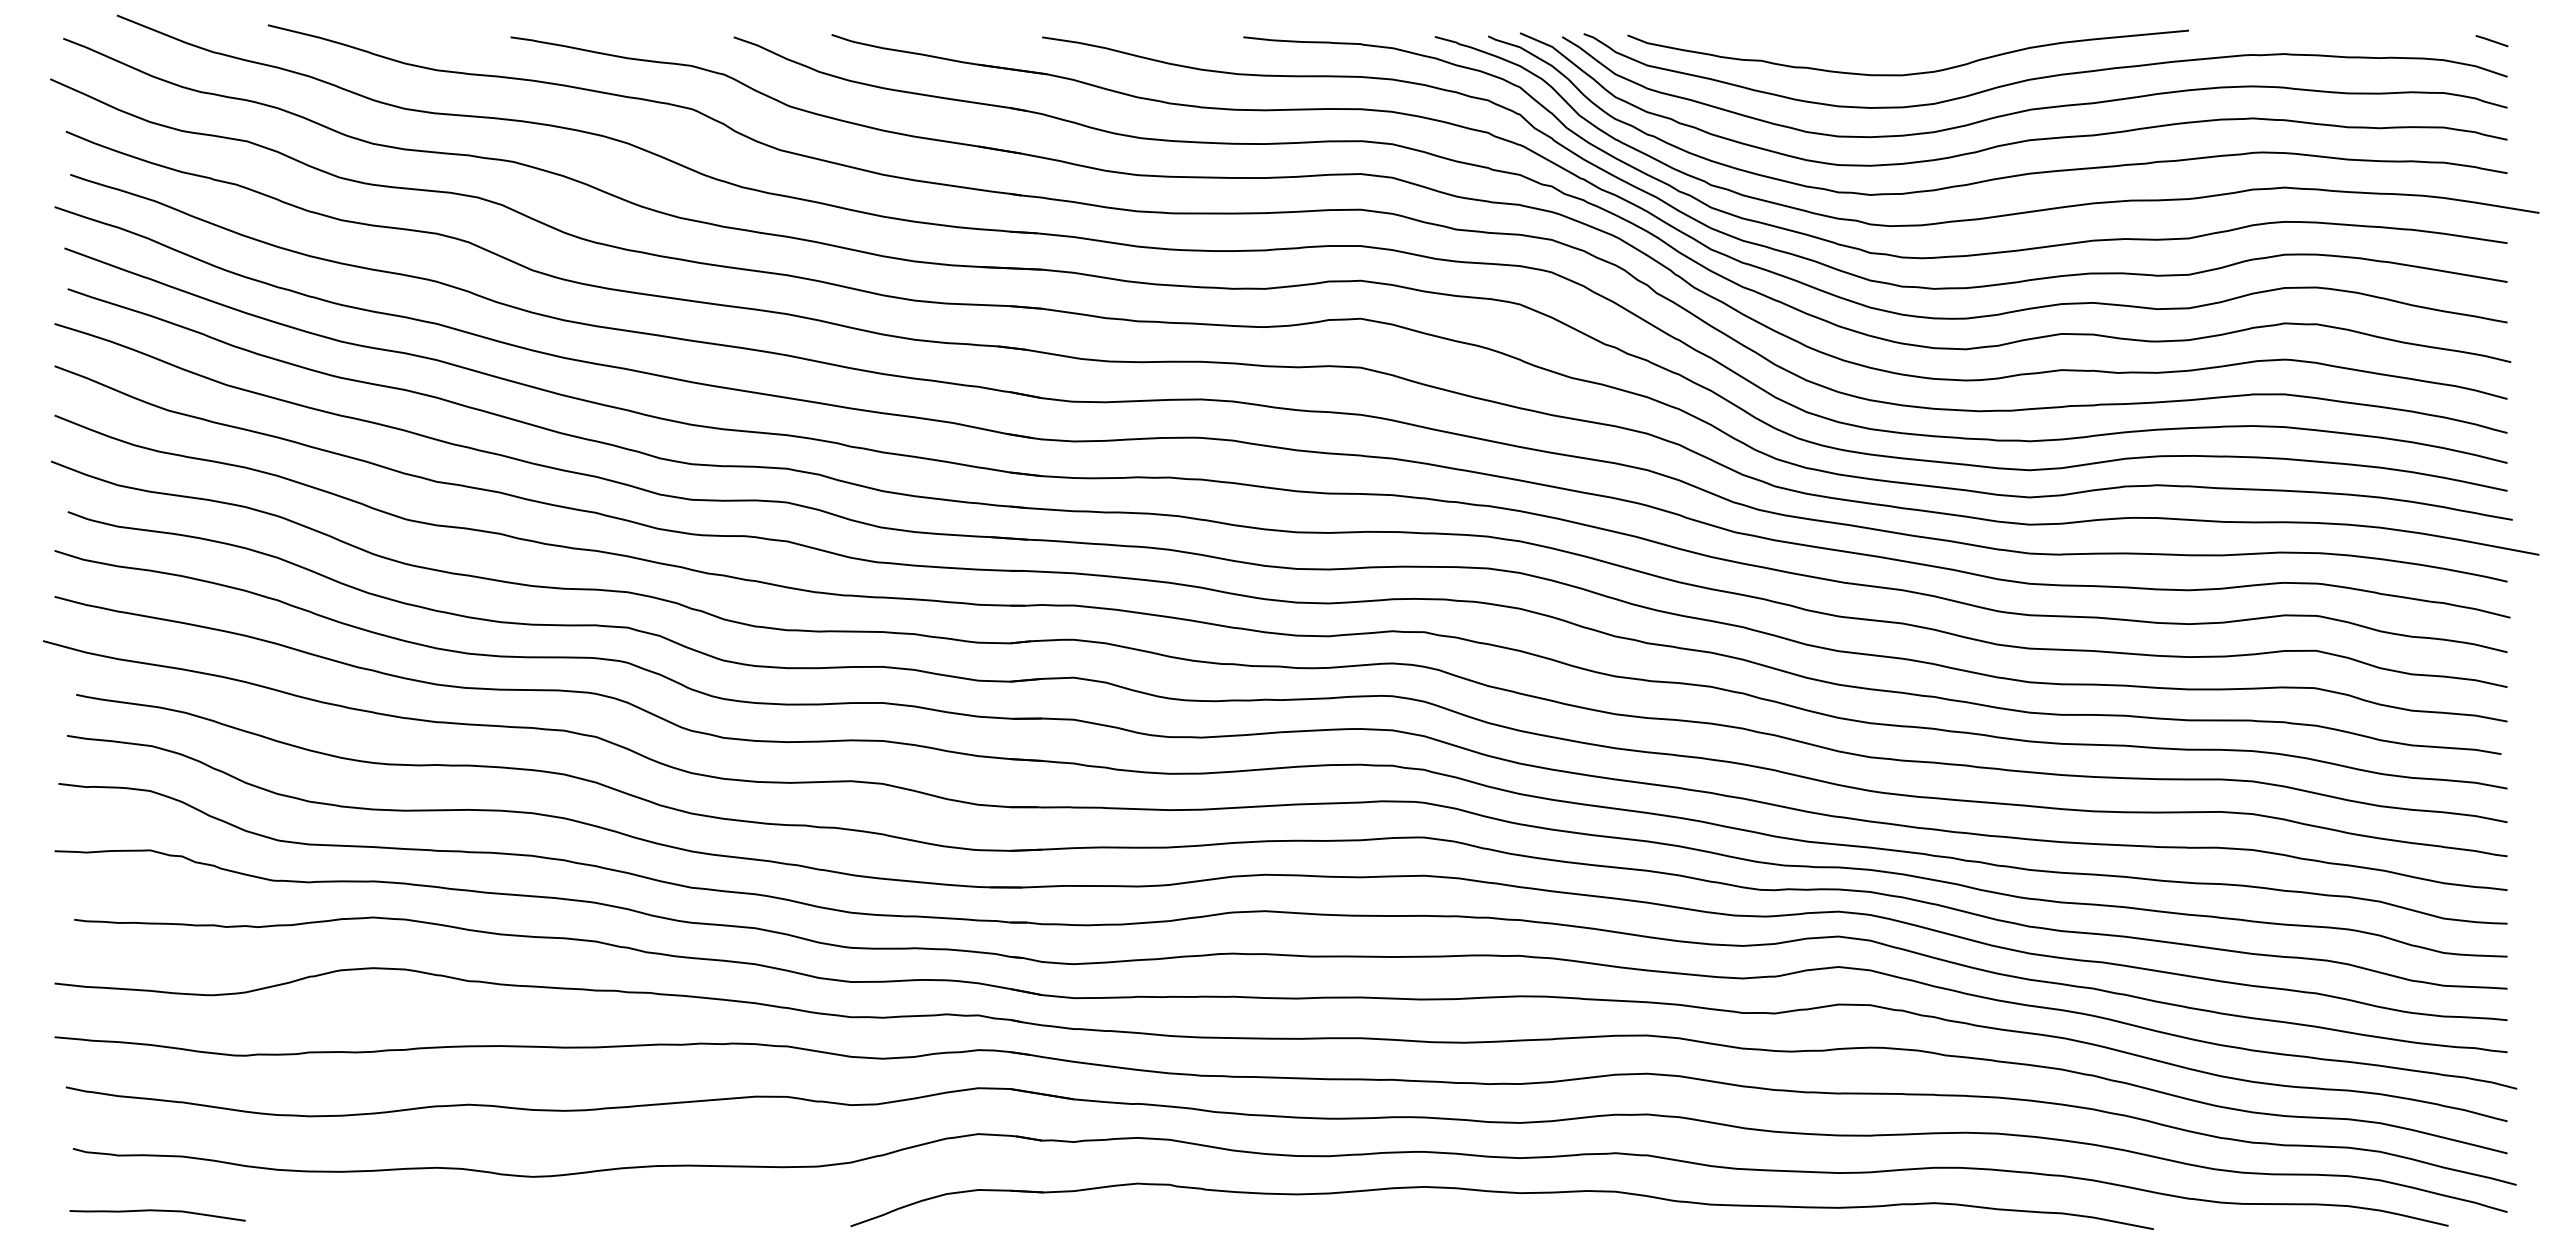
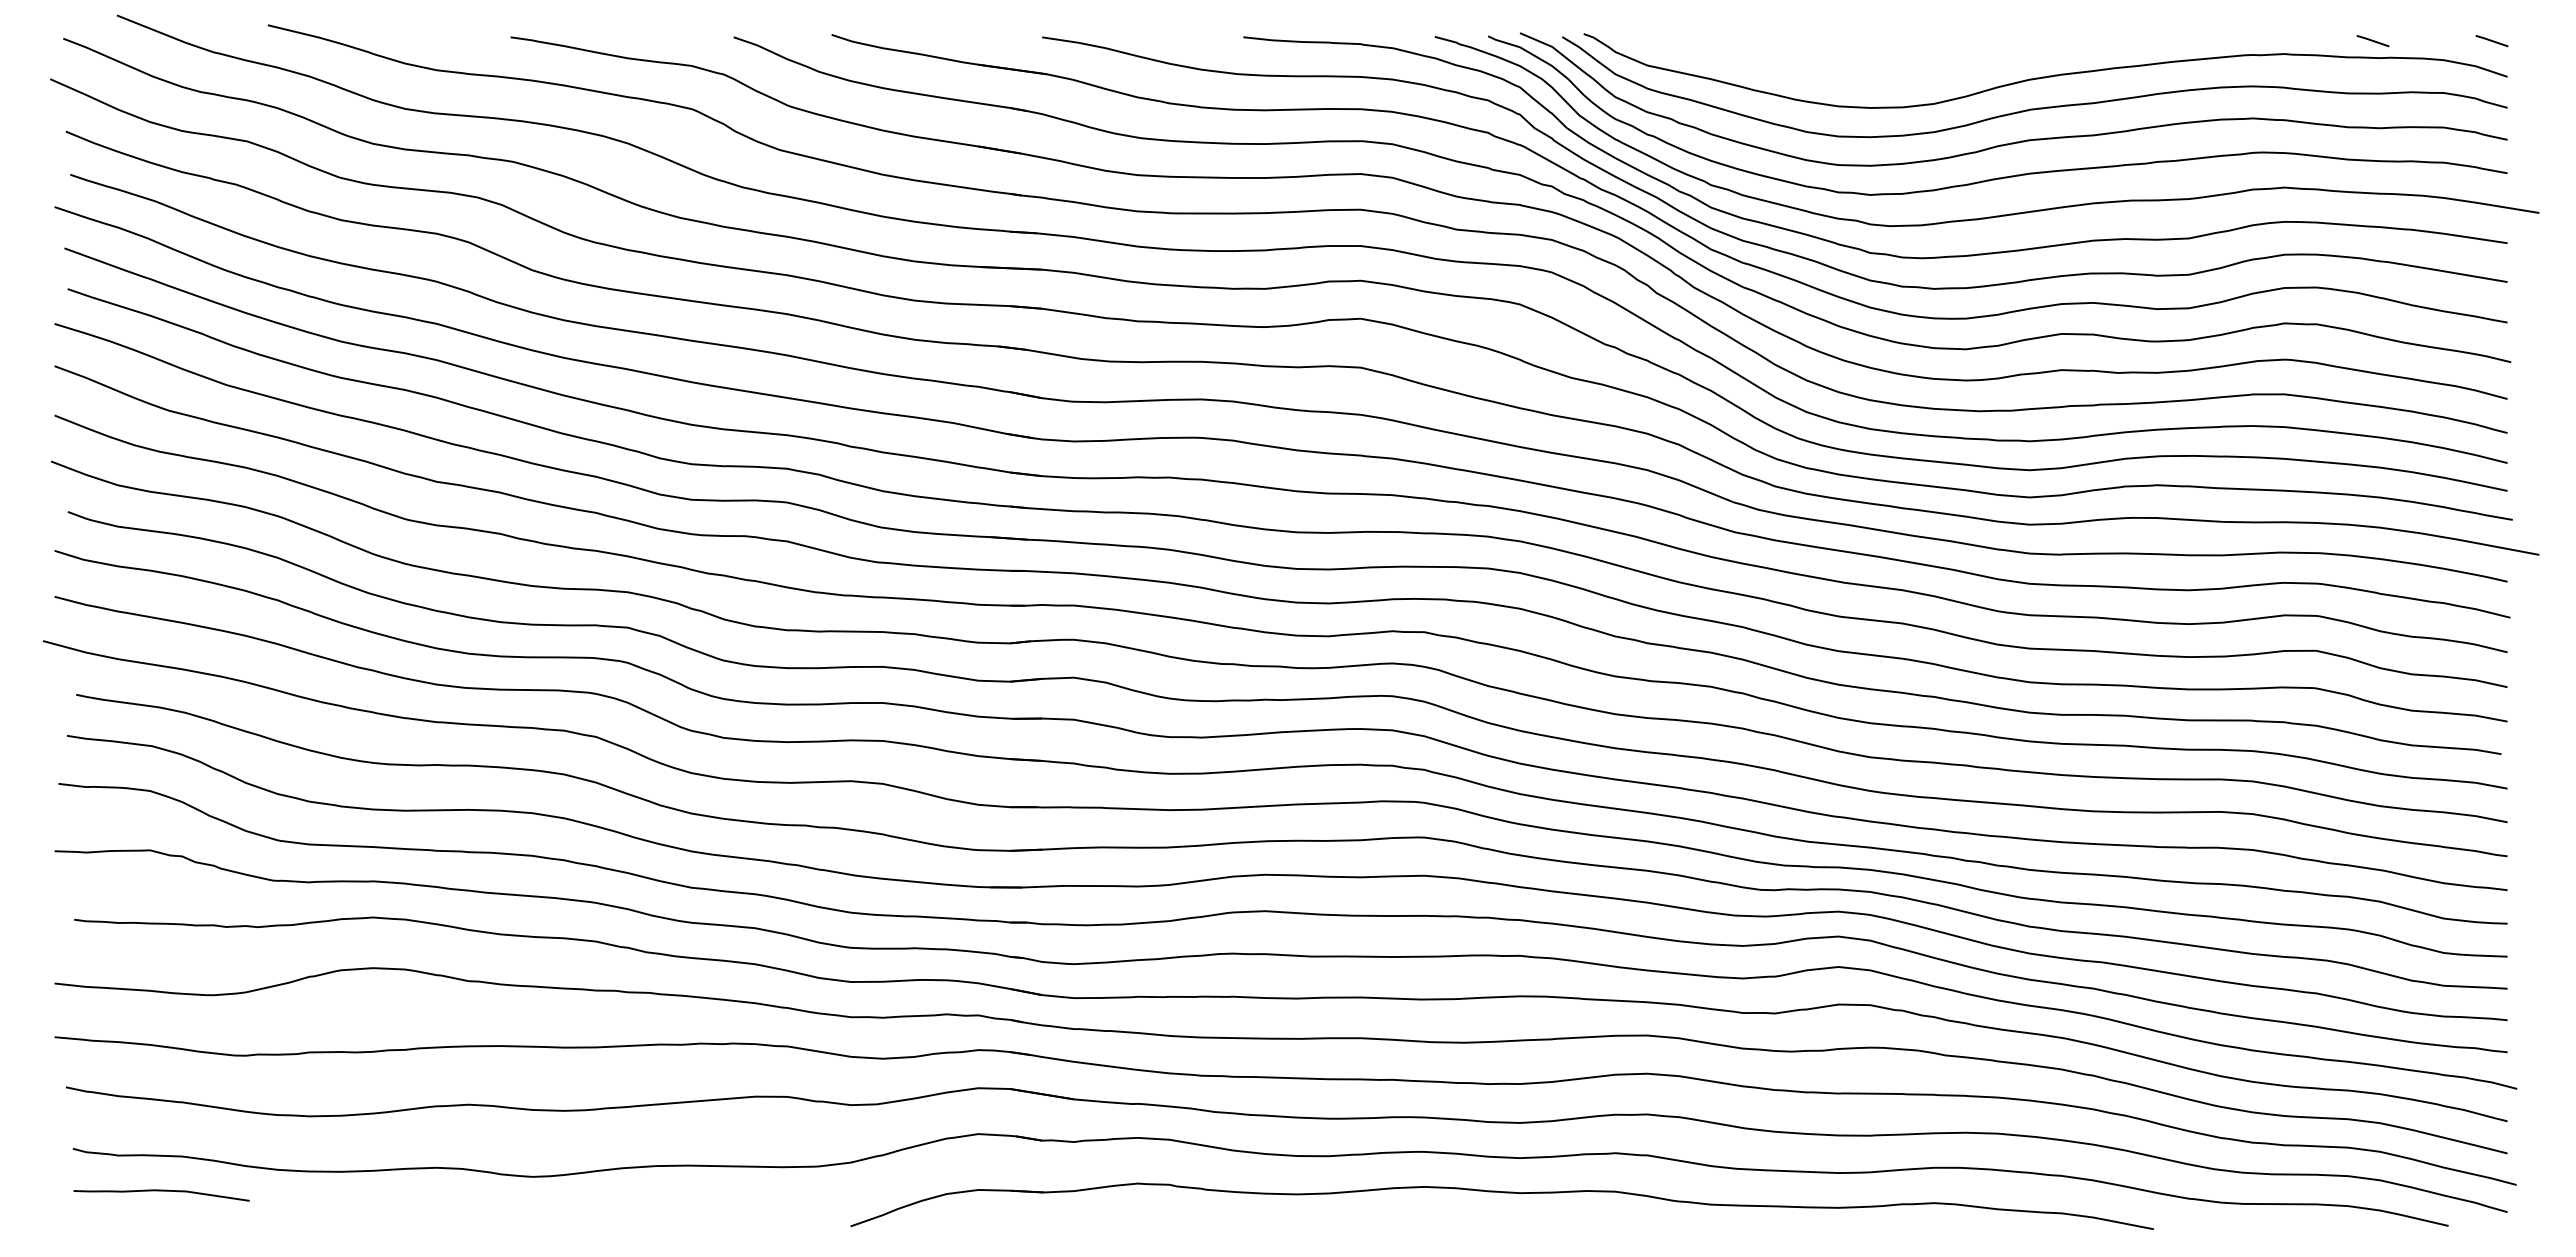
line at (2372, 41): none -> present
curve at (1907, 73): present -> none
curve at (157, 1211) position: (157, 1211) -> (161, 1191)
